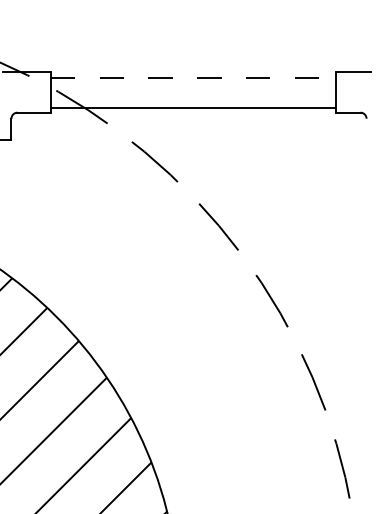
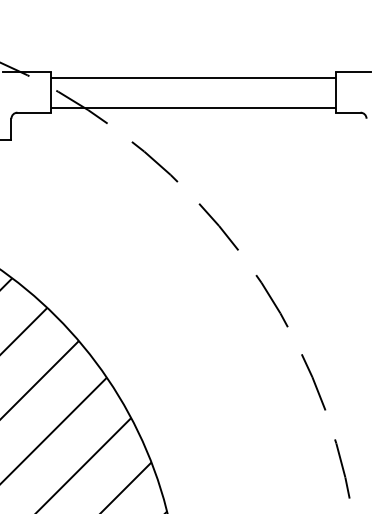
line at (193, 78): dashed -> solid
